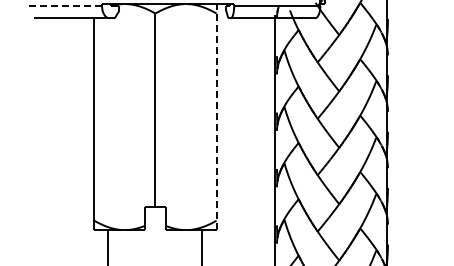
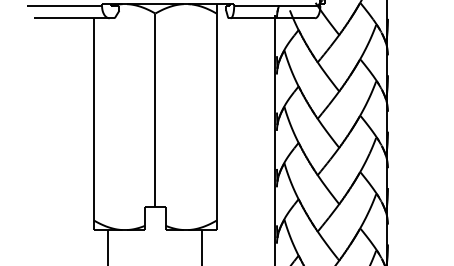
line at (64, 6): dashed -> solid
line at (216, 117): dashed -> solid
